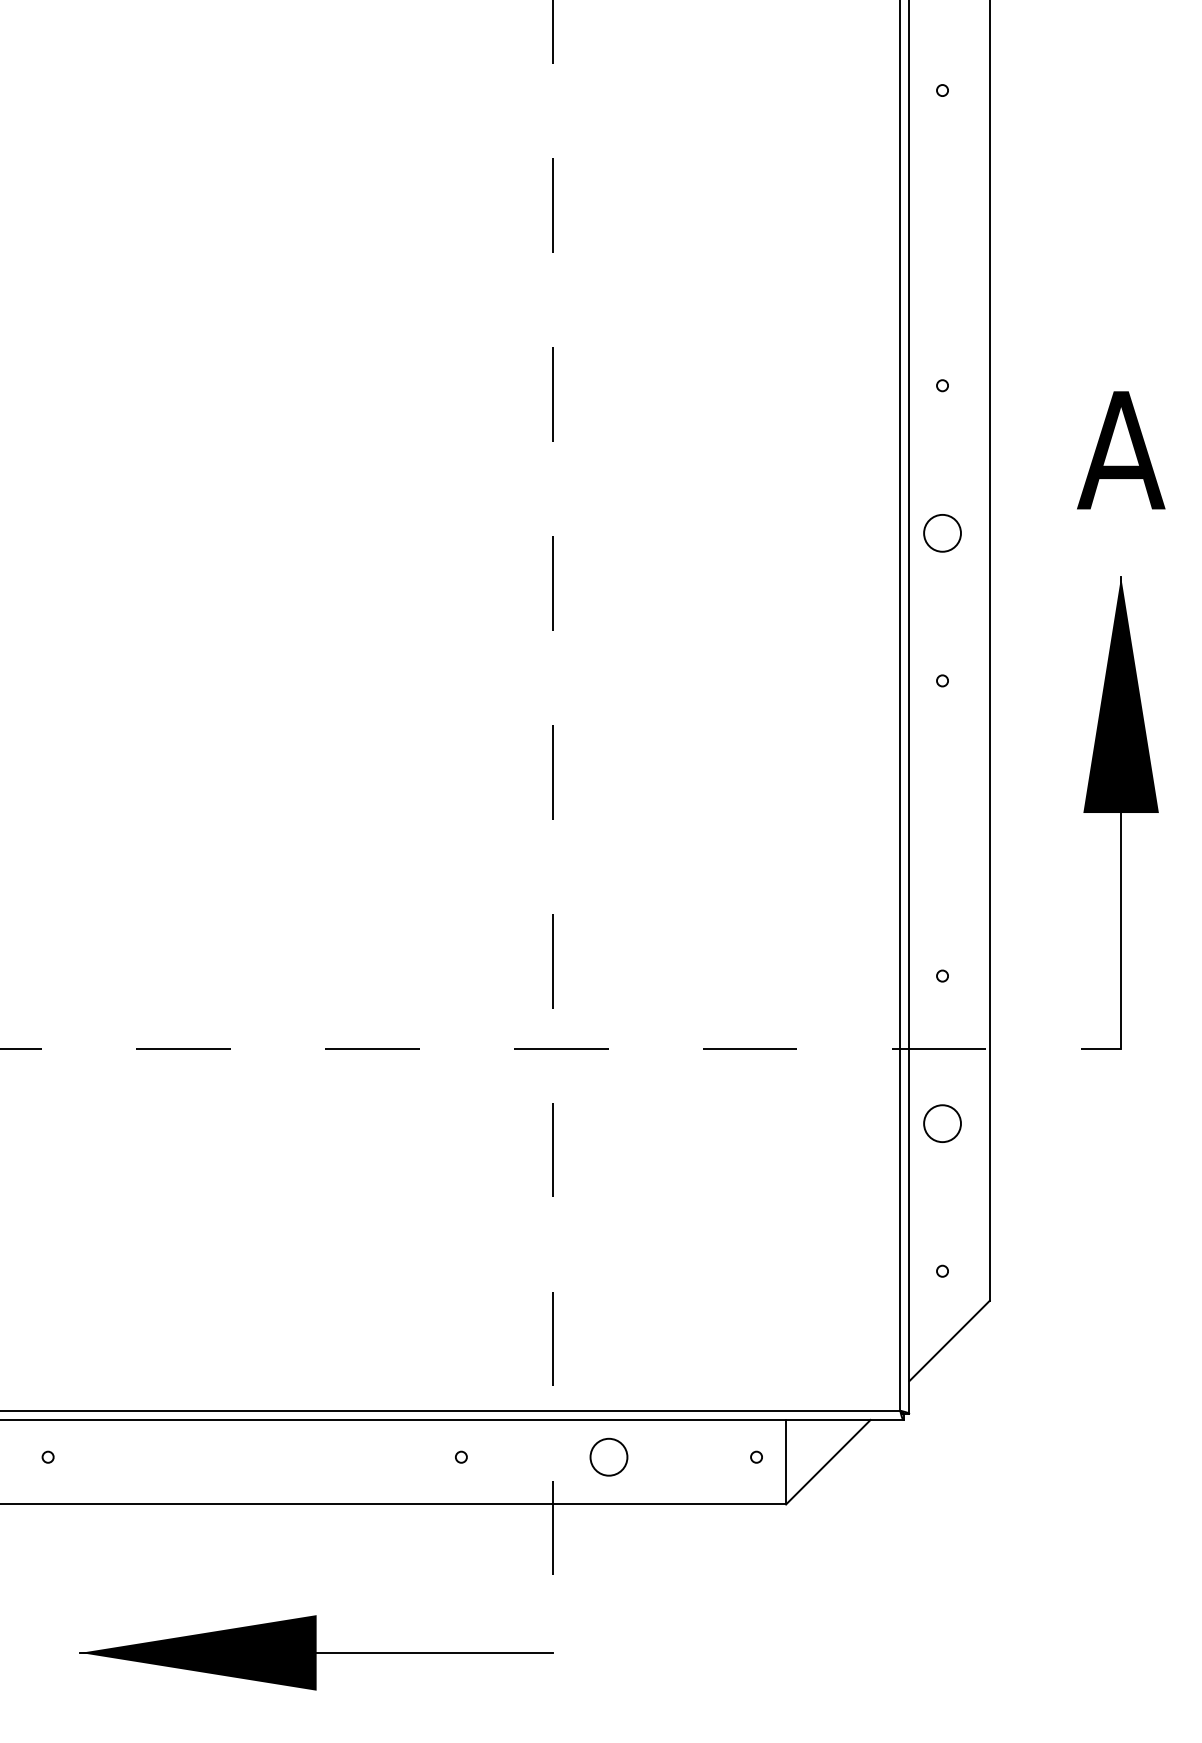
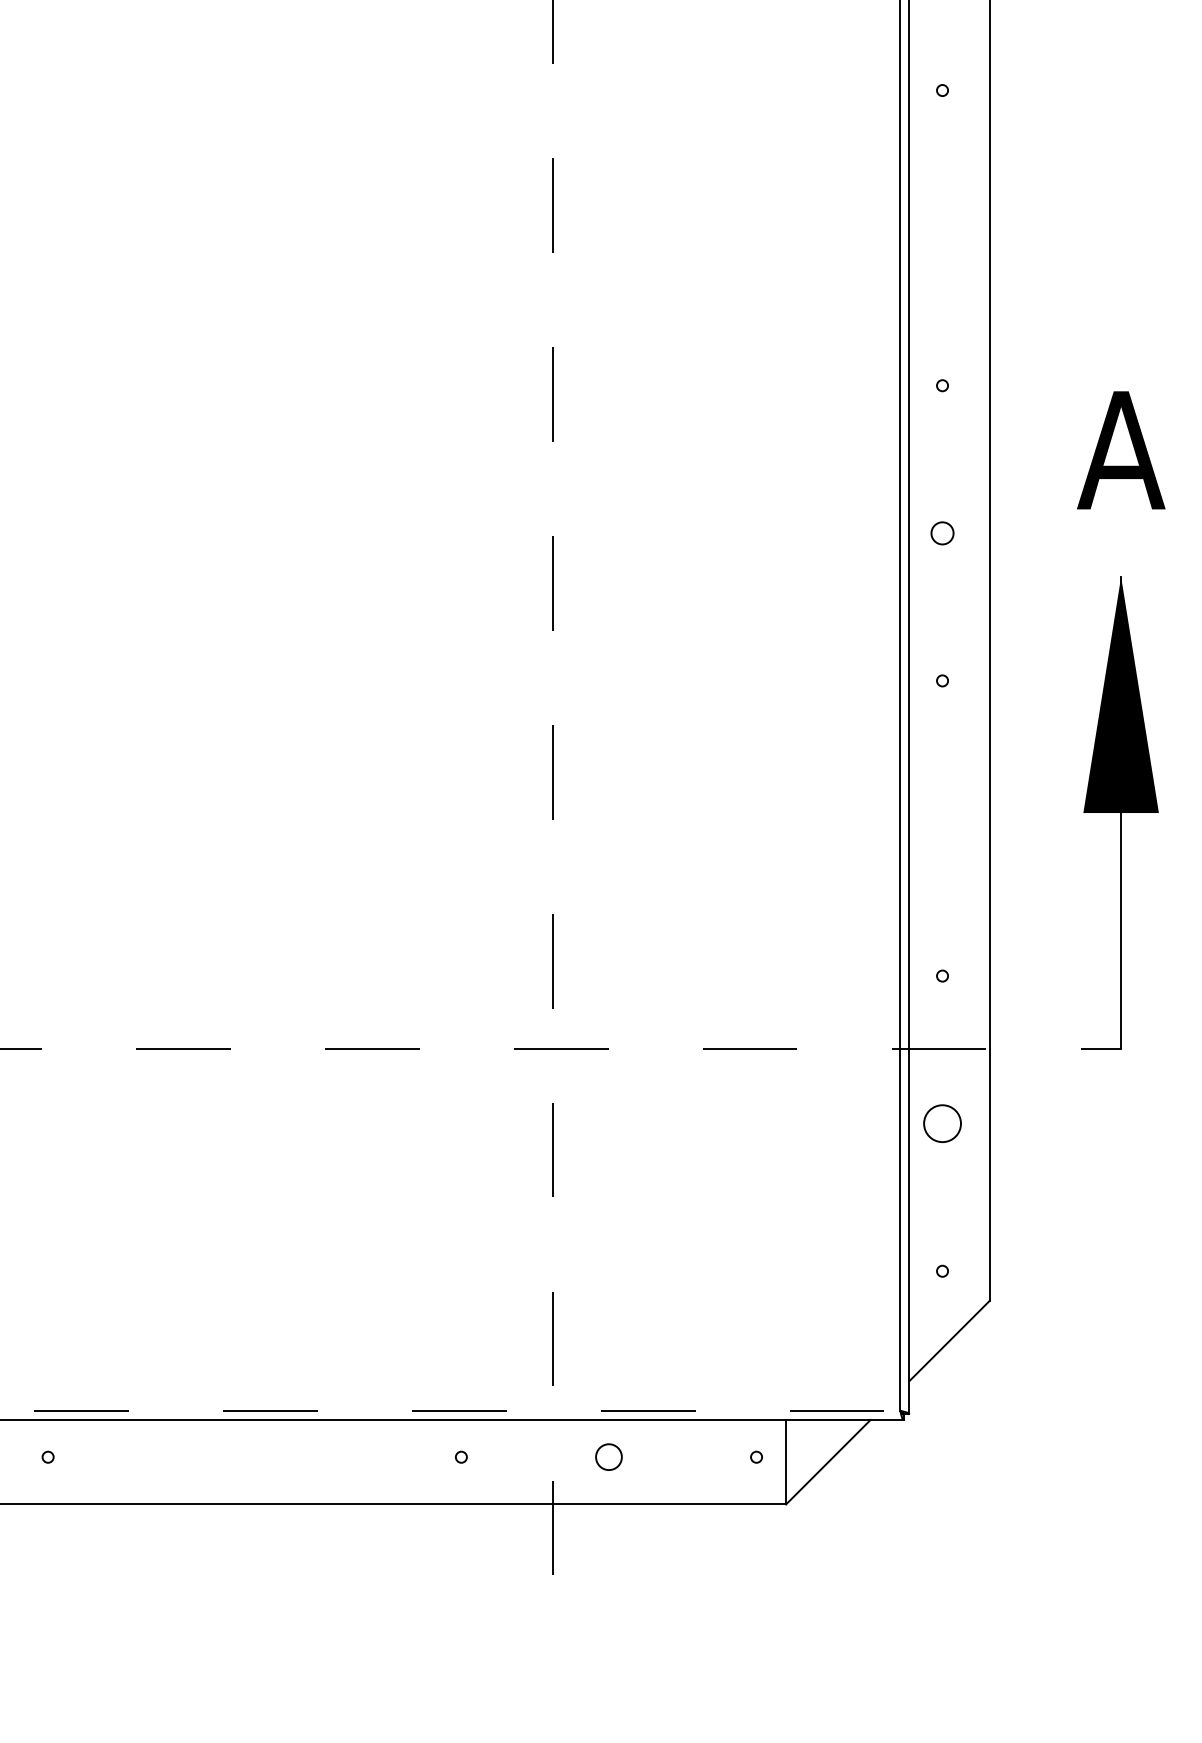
circle at (942, 533) size: 39x39 px -> 25x25 px
line at (450, 1410): solid -> dashed
circle at (608, 1456) size: 40x40 px -> 28x28 px
part at (316, 1652): present -> none
